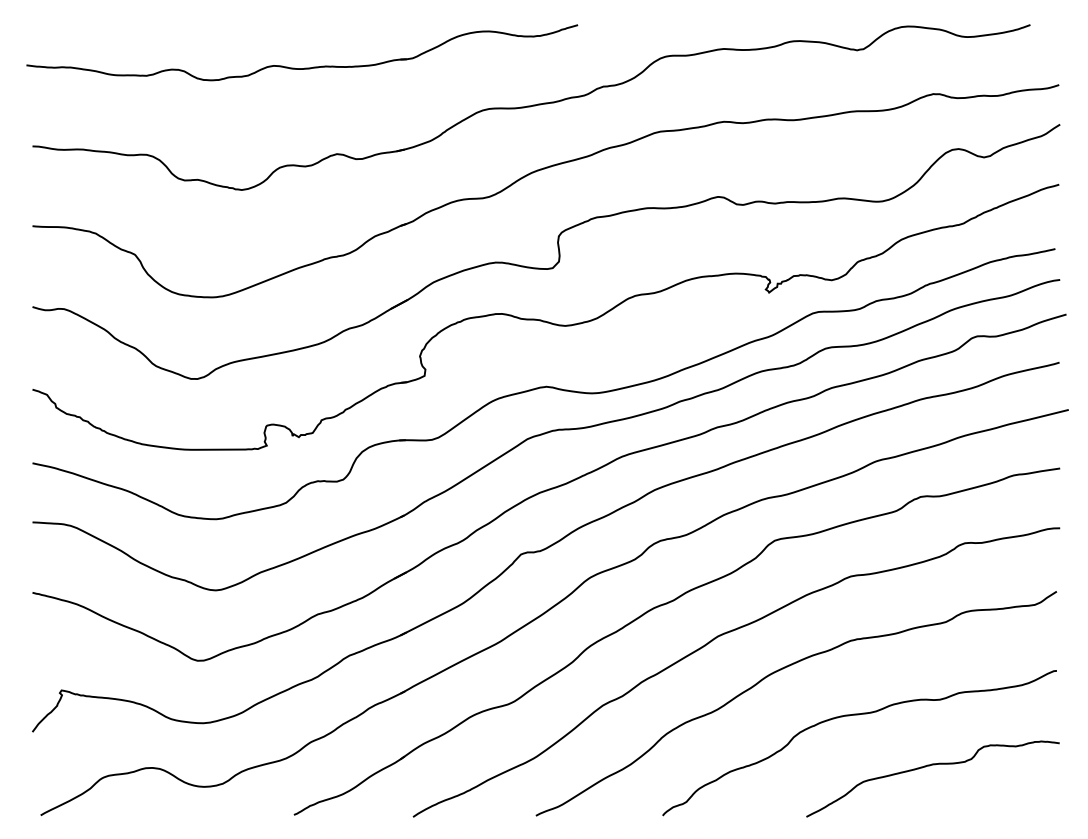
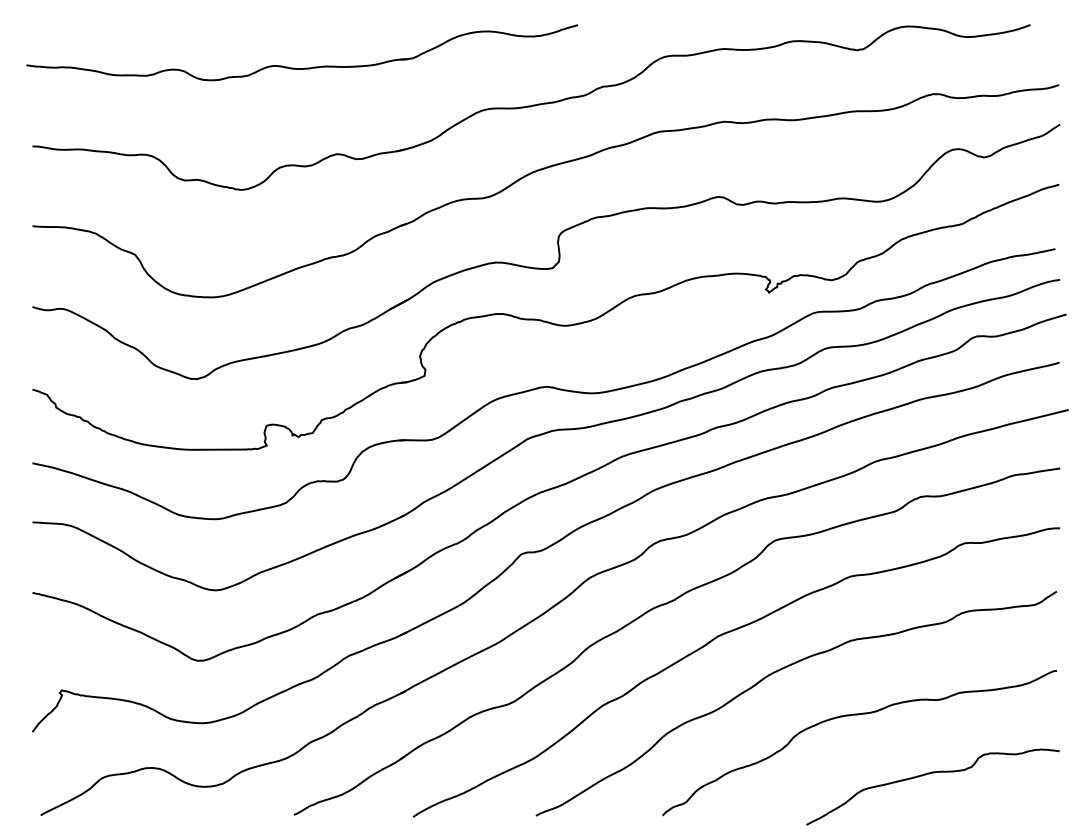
curve at (929, 766) position: (929, 766) -> (929, 774)
